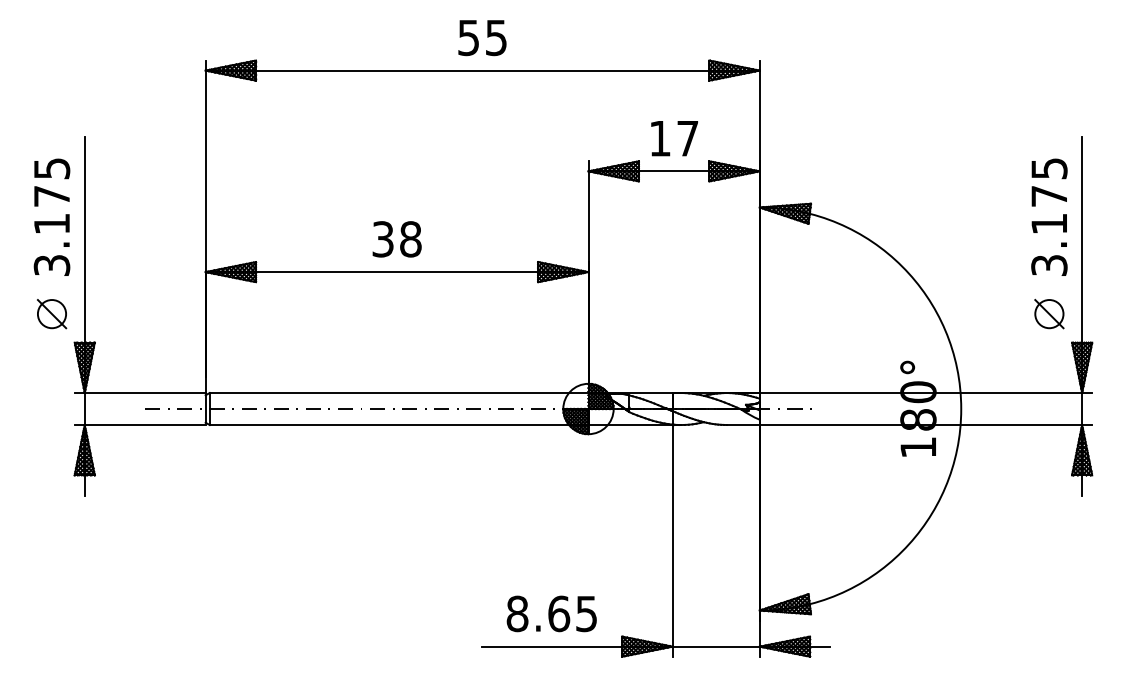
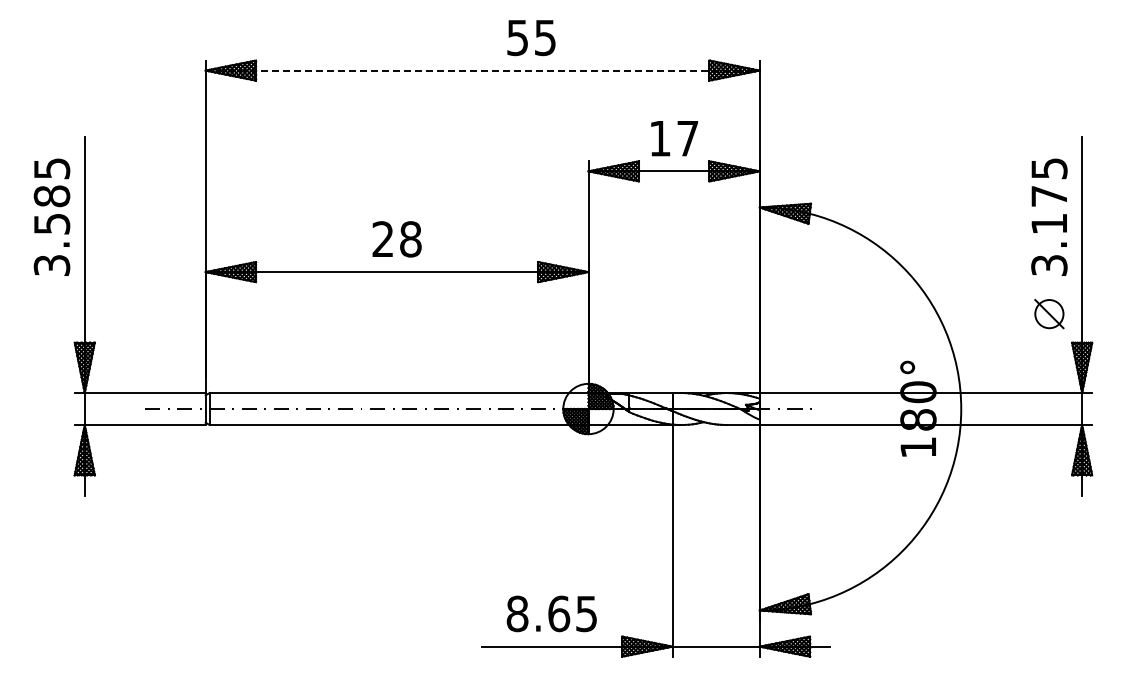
text at (482, 38) position: (482, 38) -> (531, 38)
line at (483, 70): solid -> dashed
text at (51, 209): 3.175 -> 3.585
text at (382, 239): 38 -> 28
part at (52, 314): present -> none
